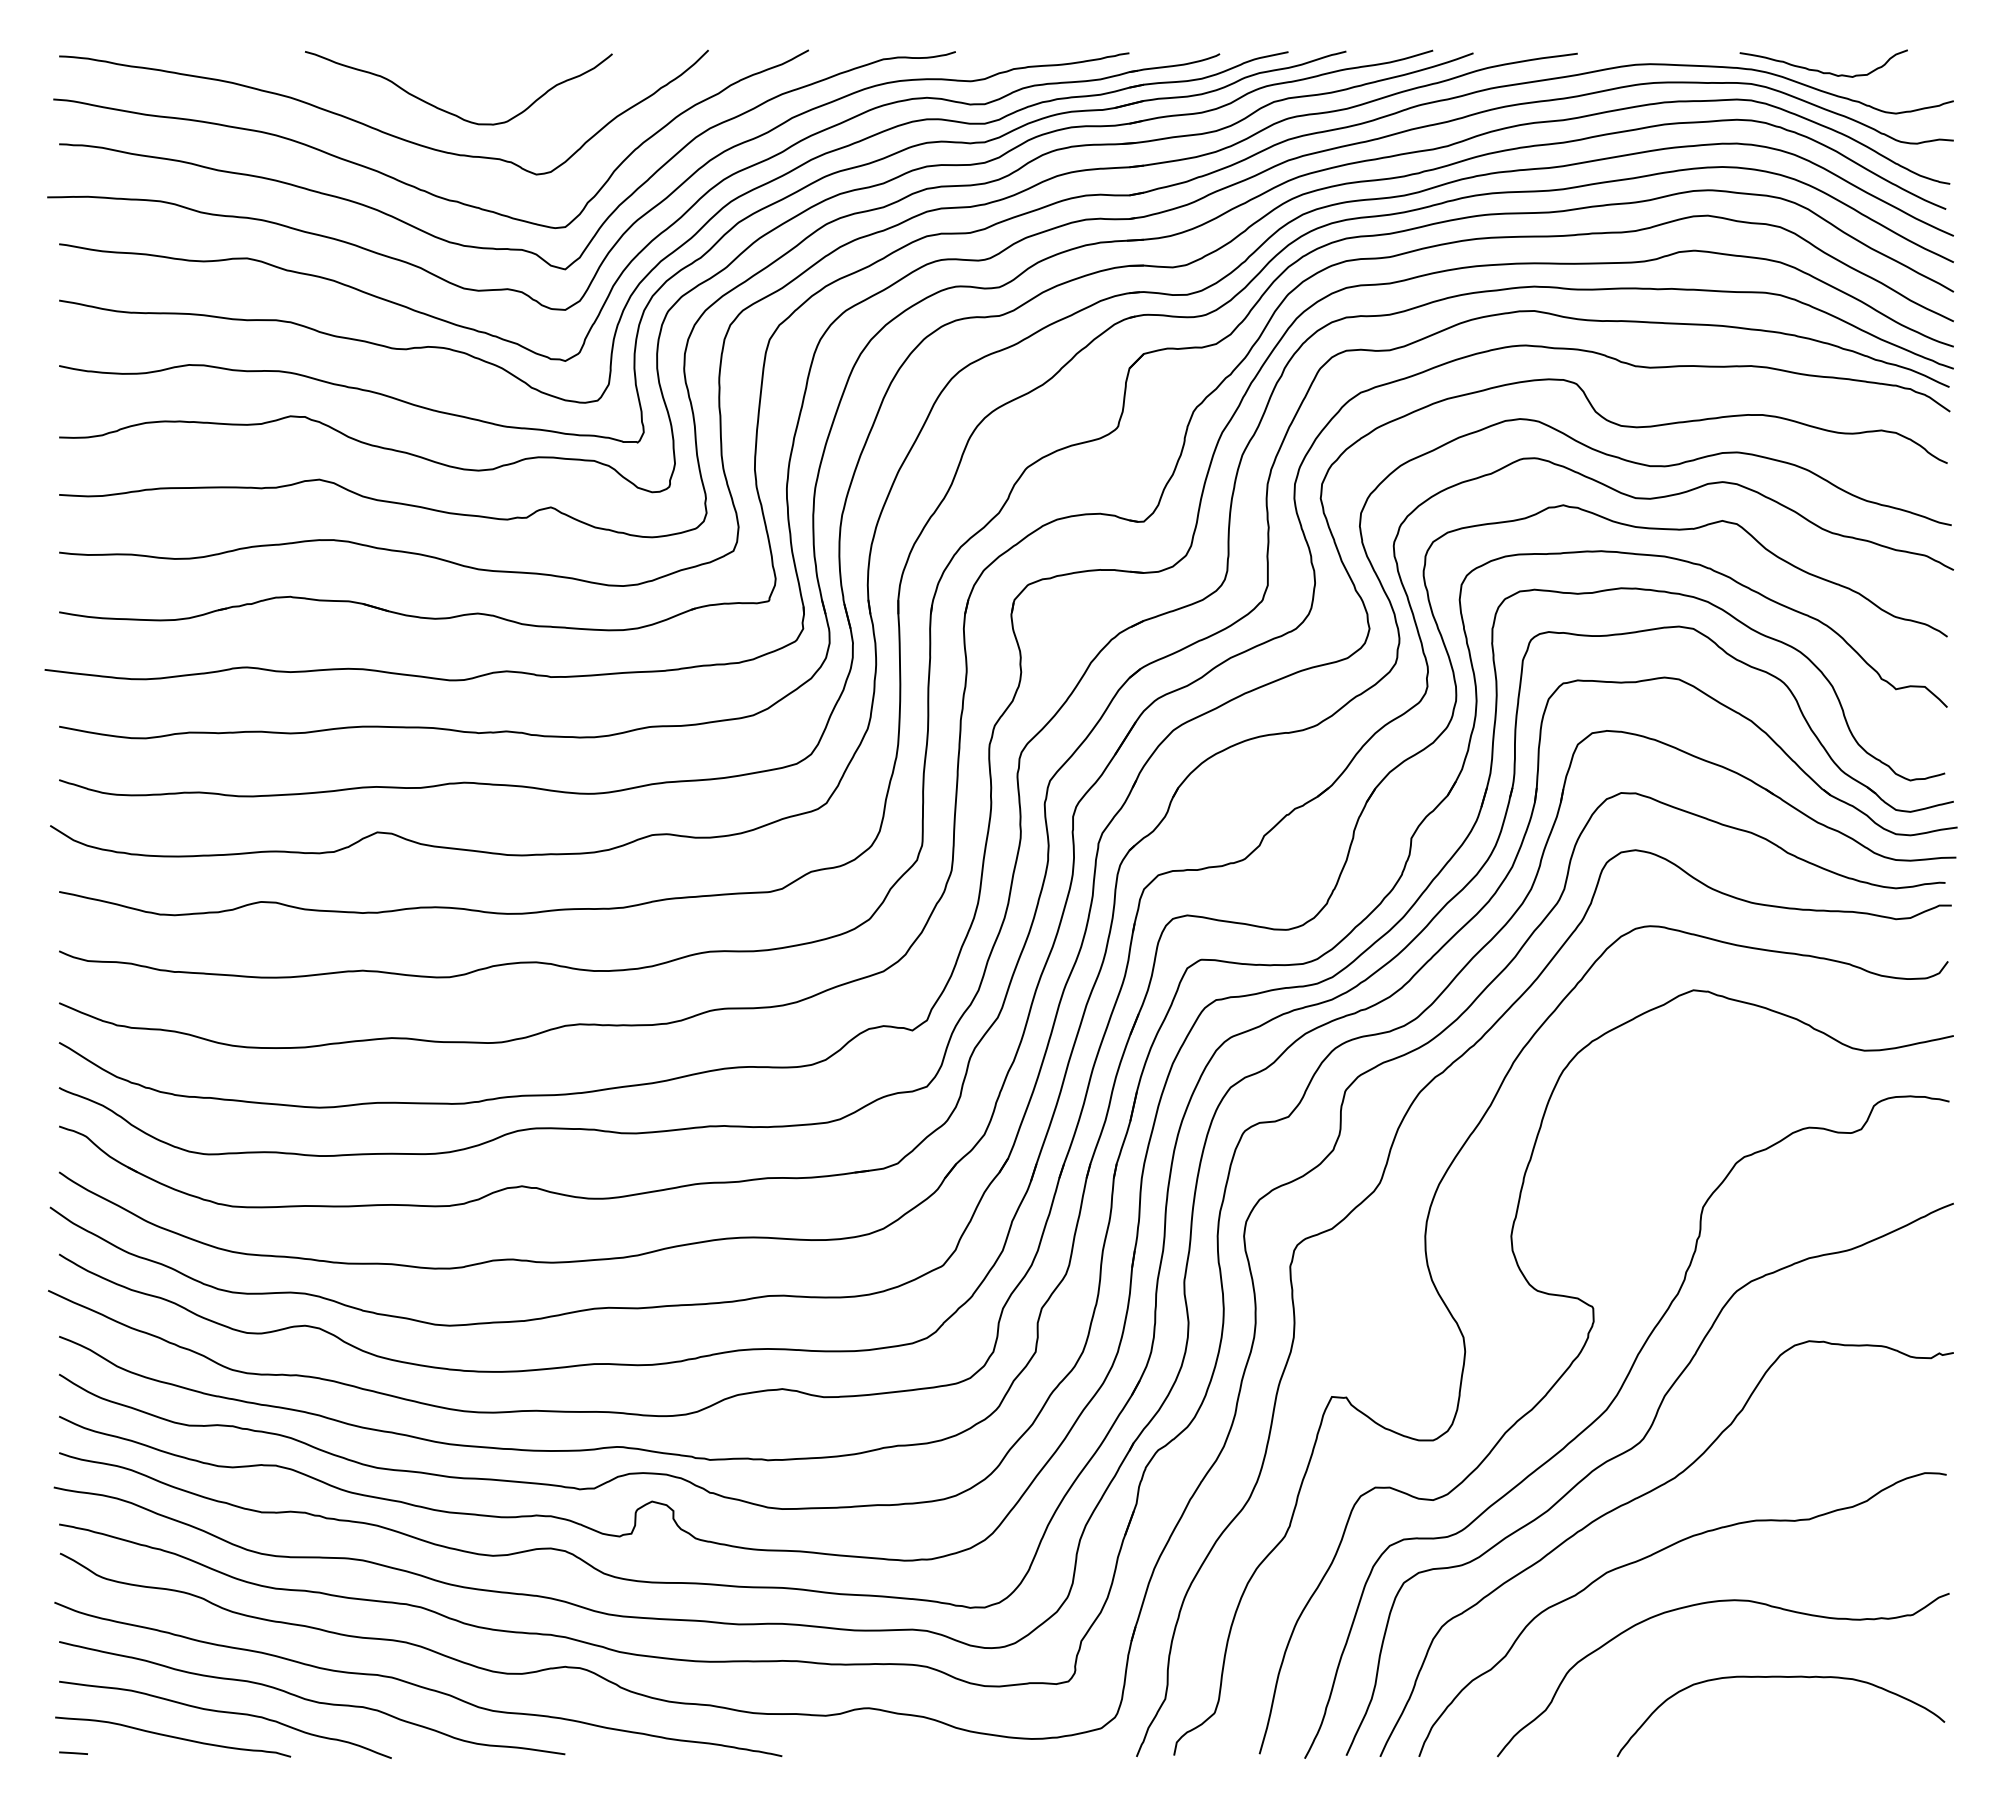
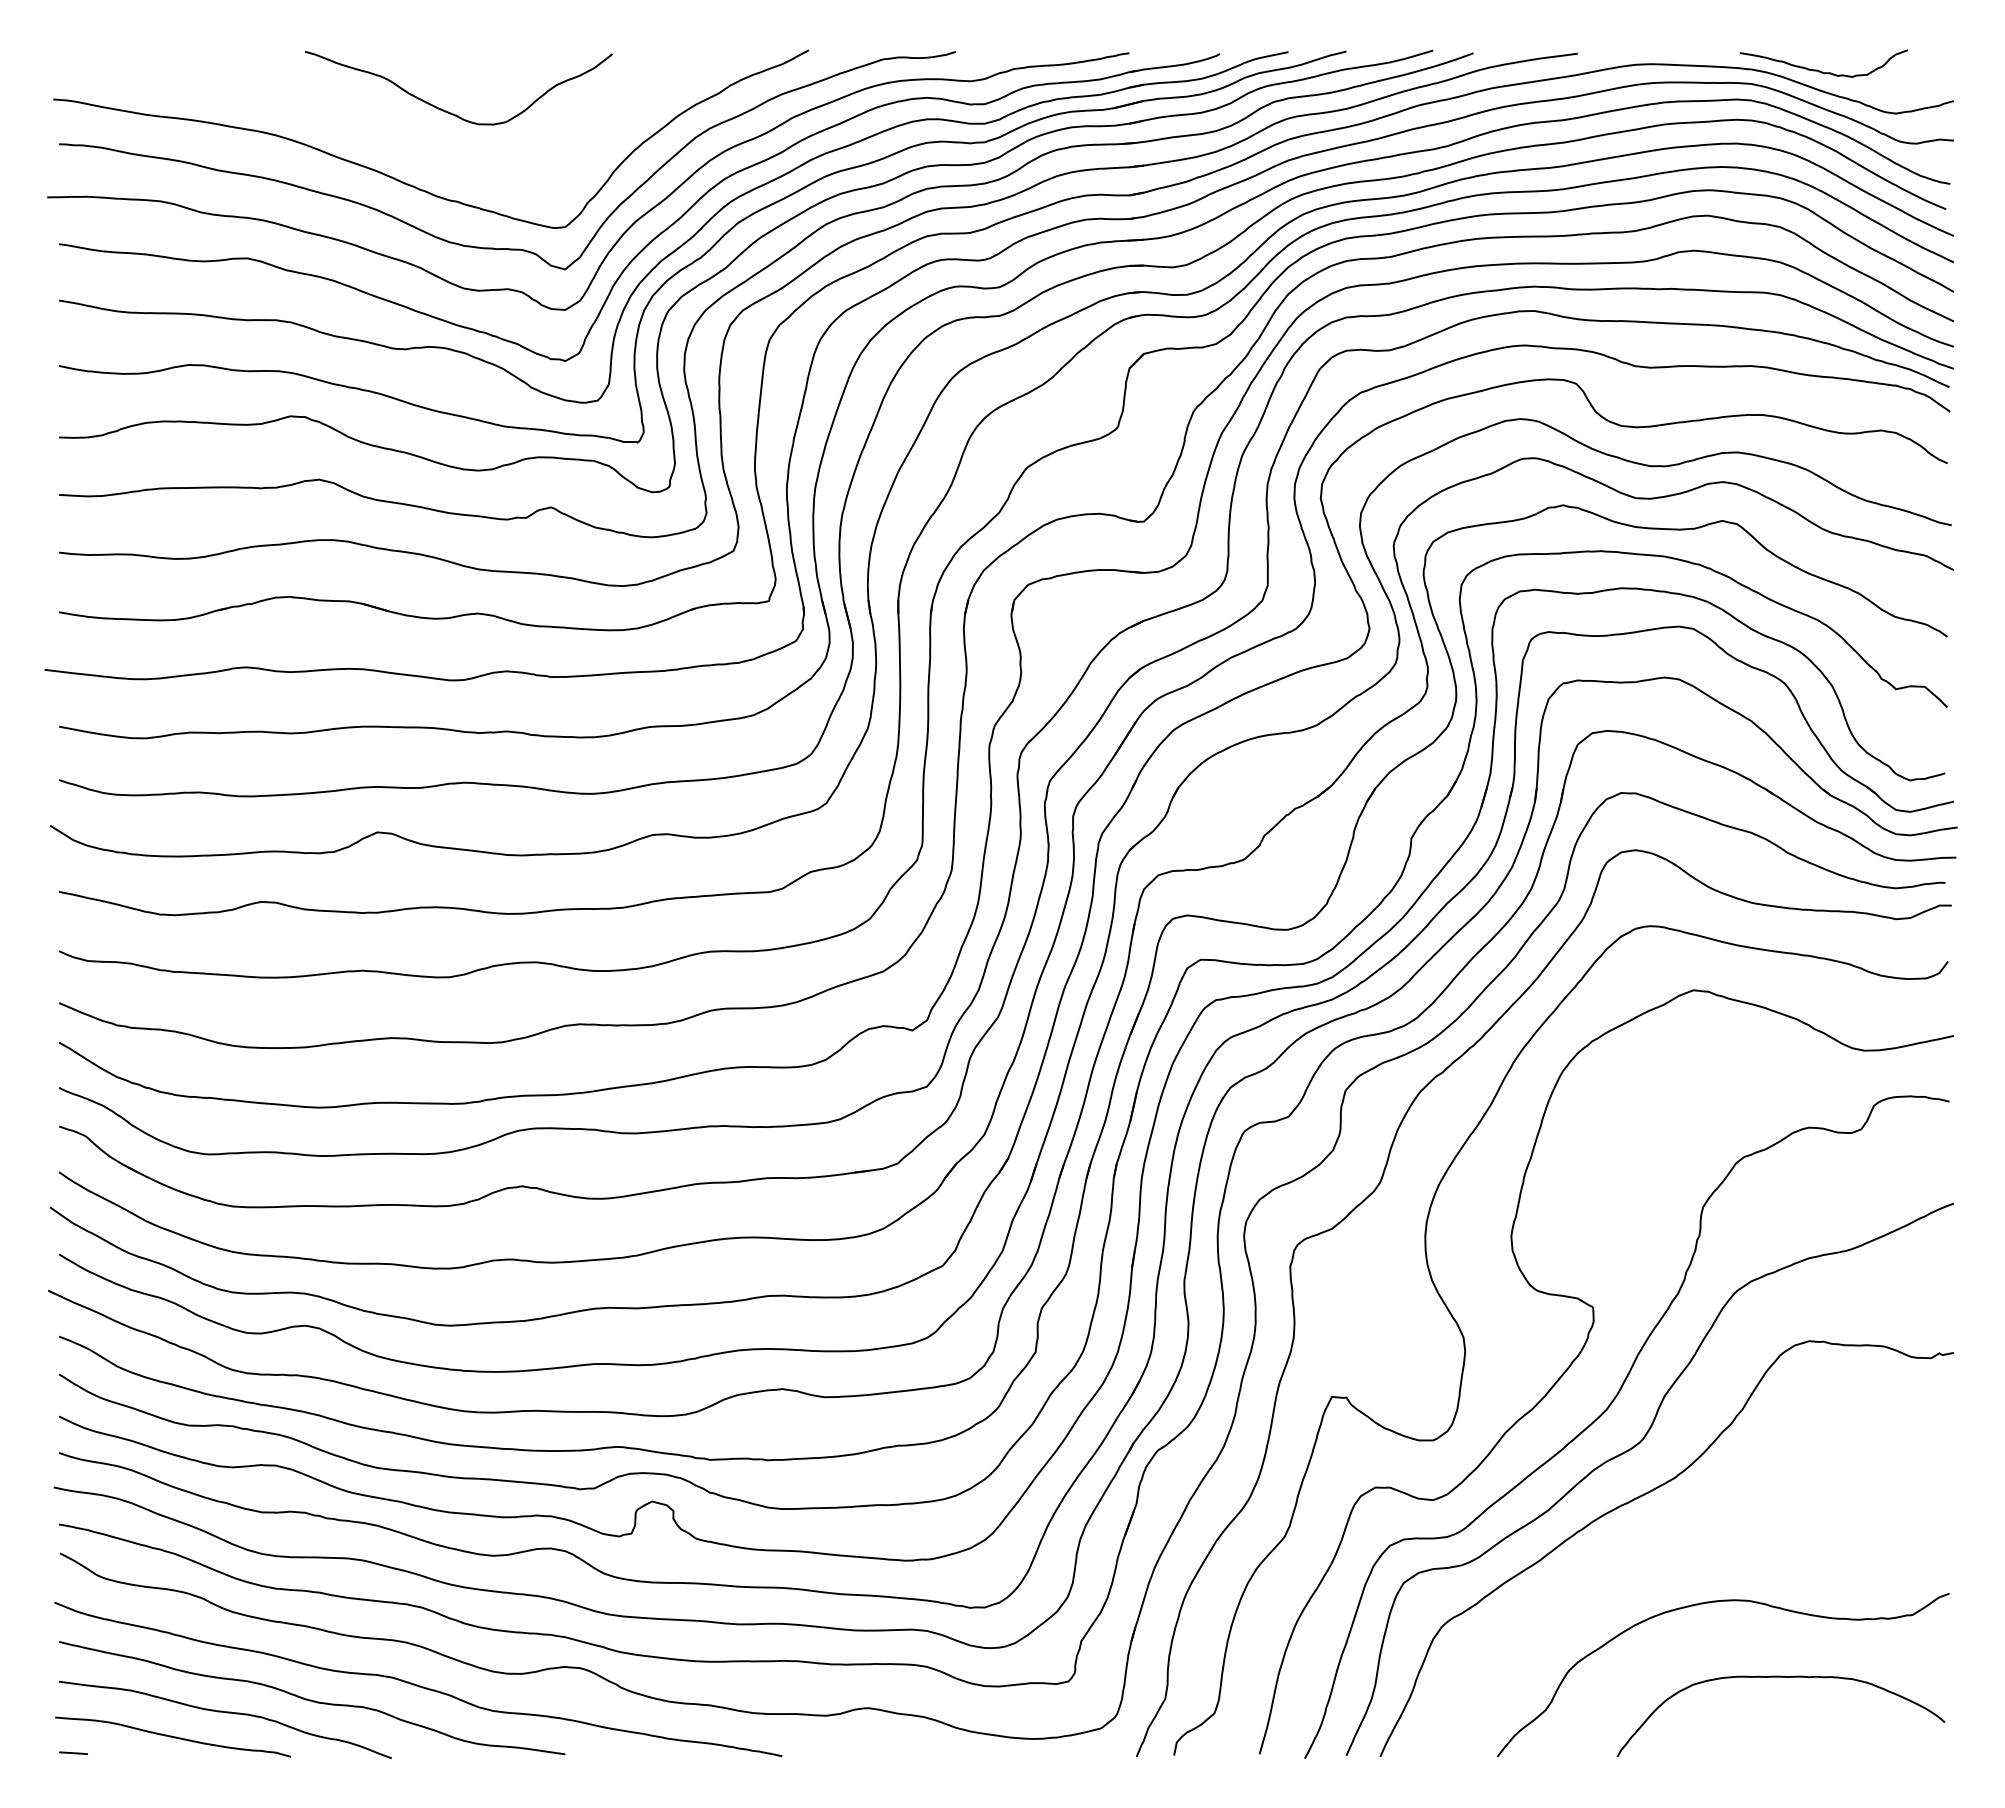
curve at (377, 128): present -> none
curve at (1653, 1555): present -> none
